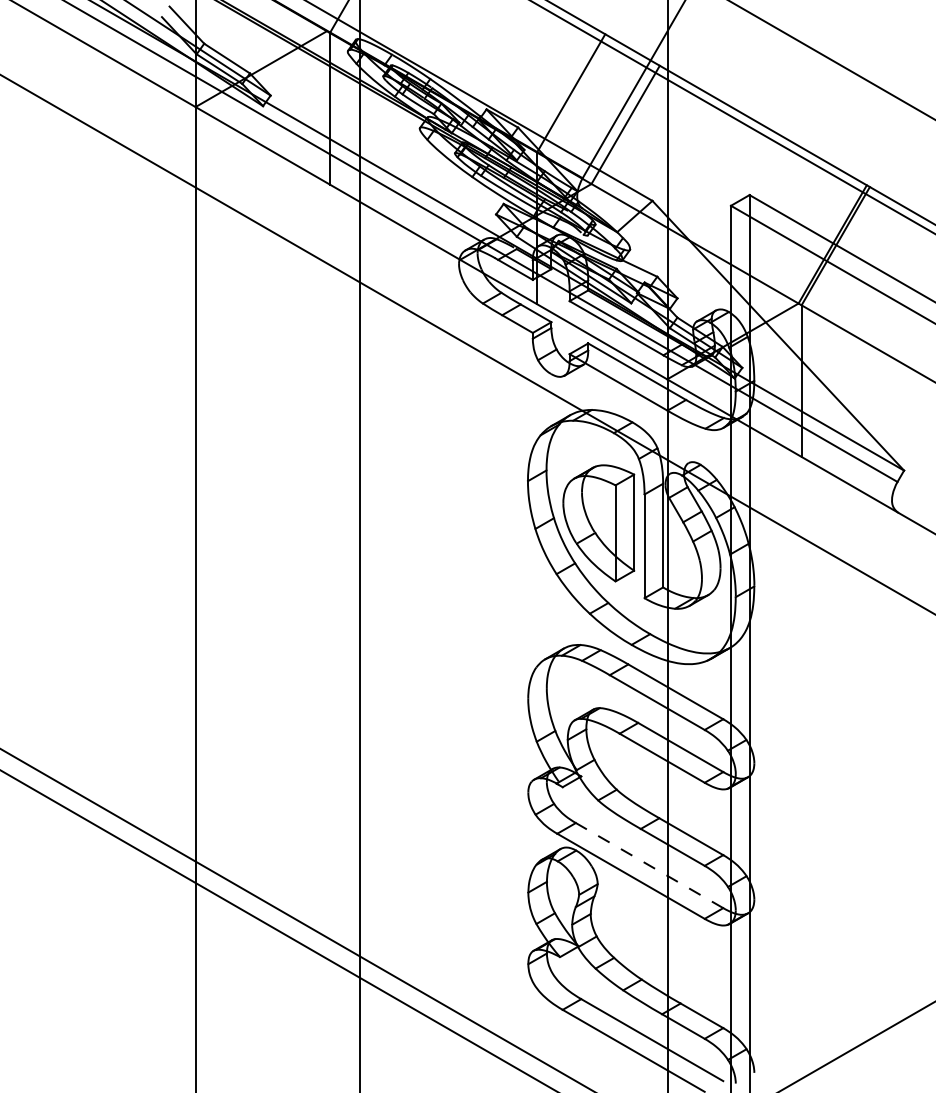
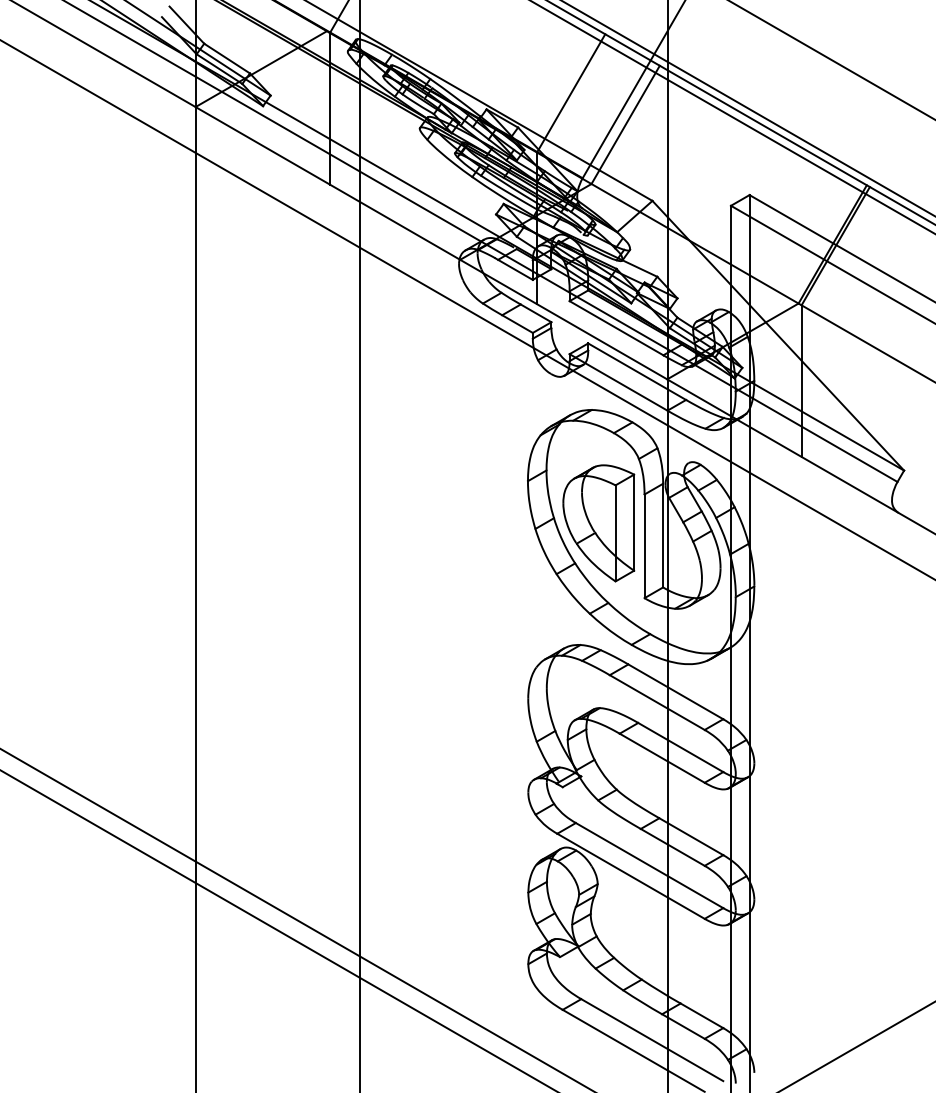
line at (748, 108): none -> present
line at (467, 343) position: (467, 343) -> (467, 309)
line at (649, 865): dashed -> solid
